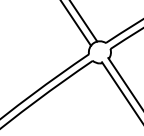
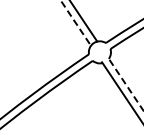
line at (76, 23): solid -> dashed
line at (125, 84): solid -> dashed
